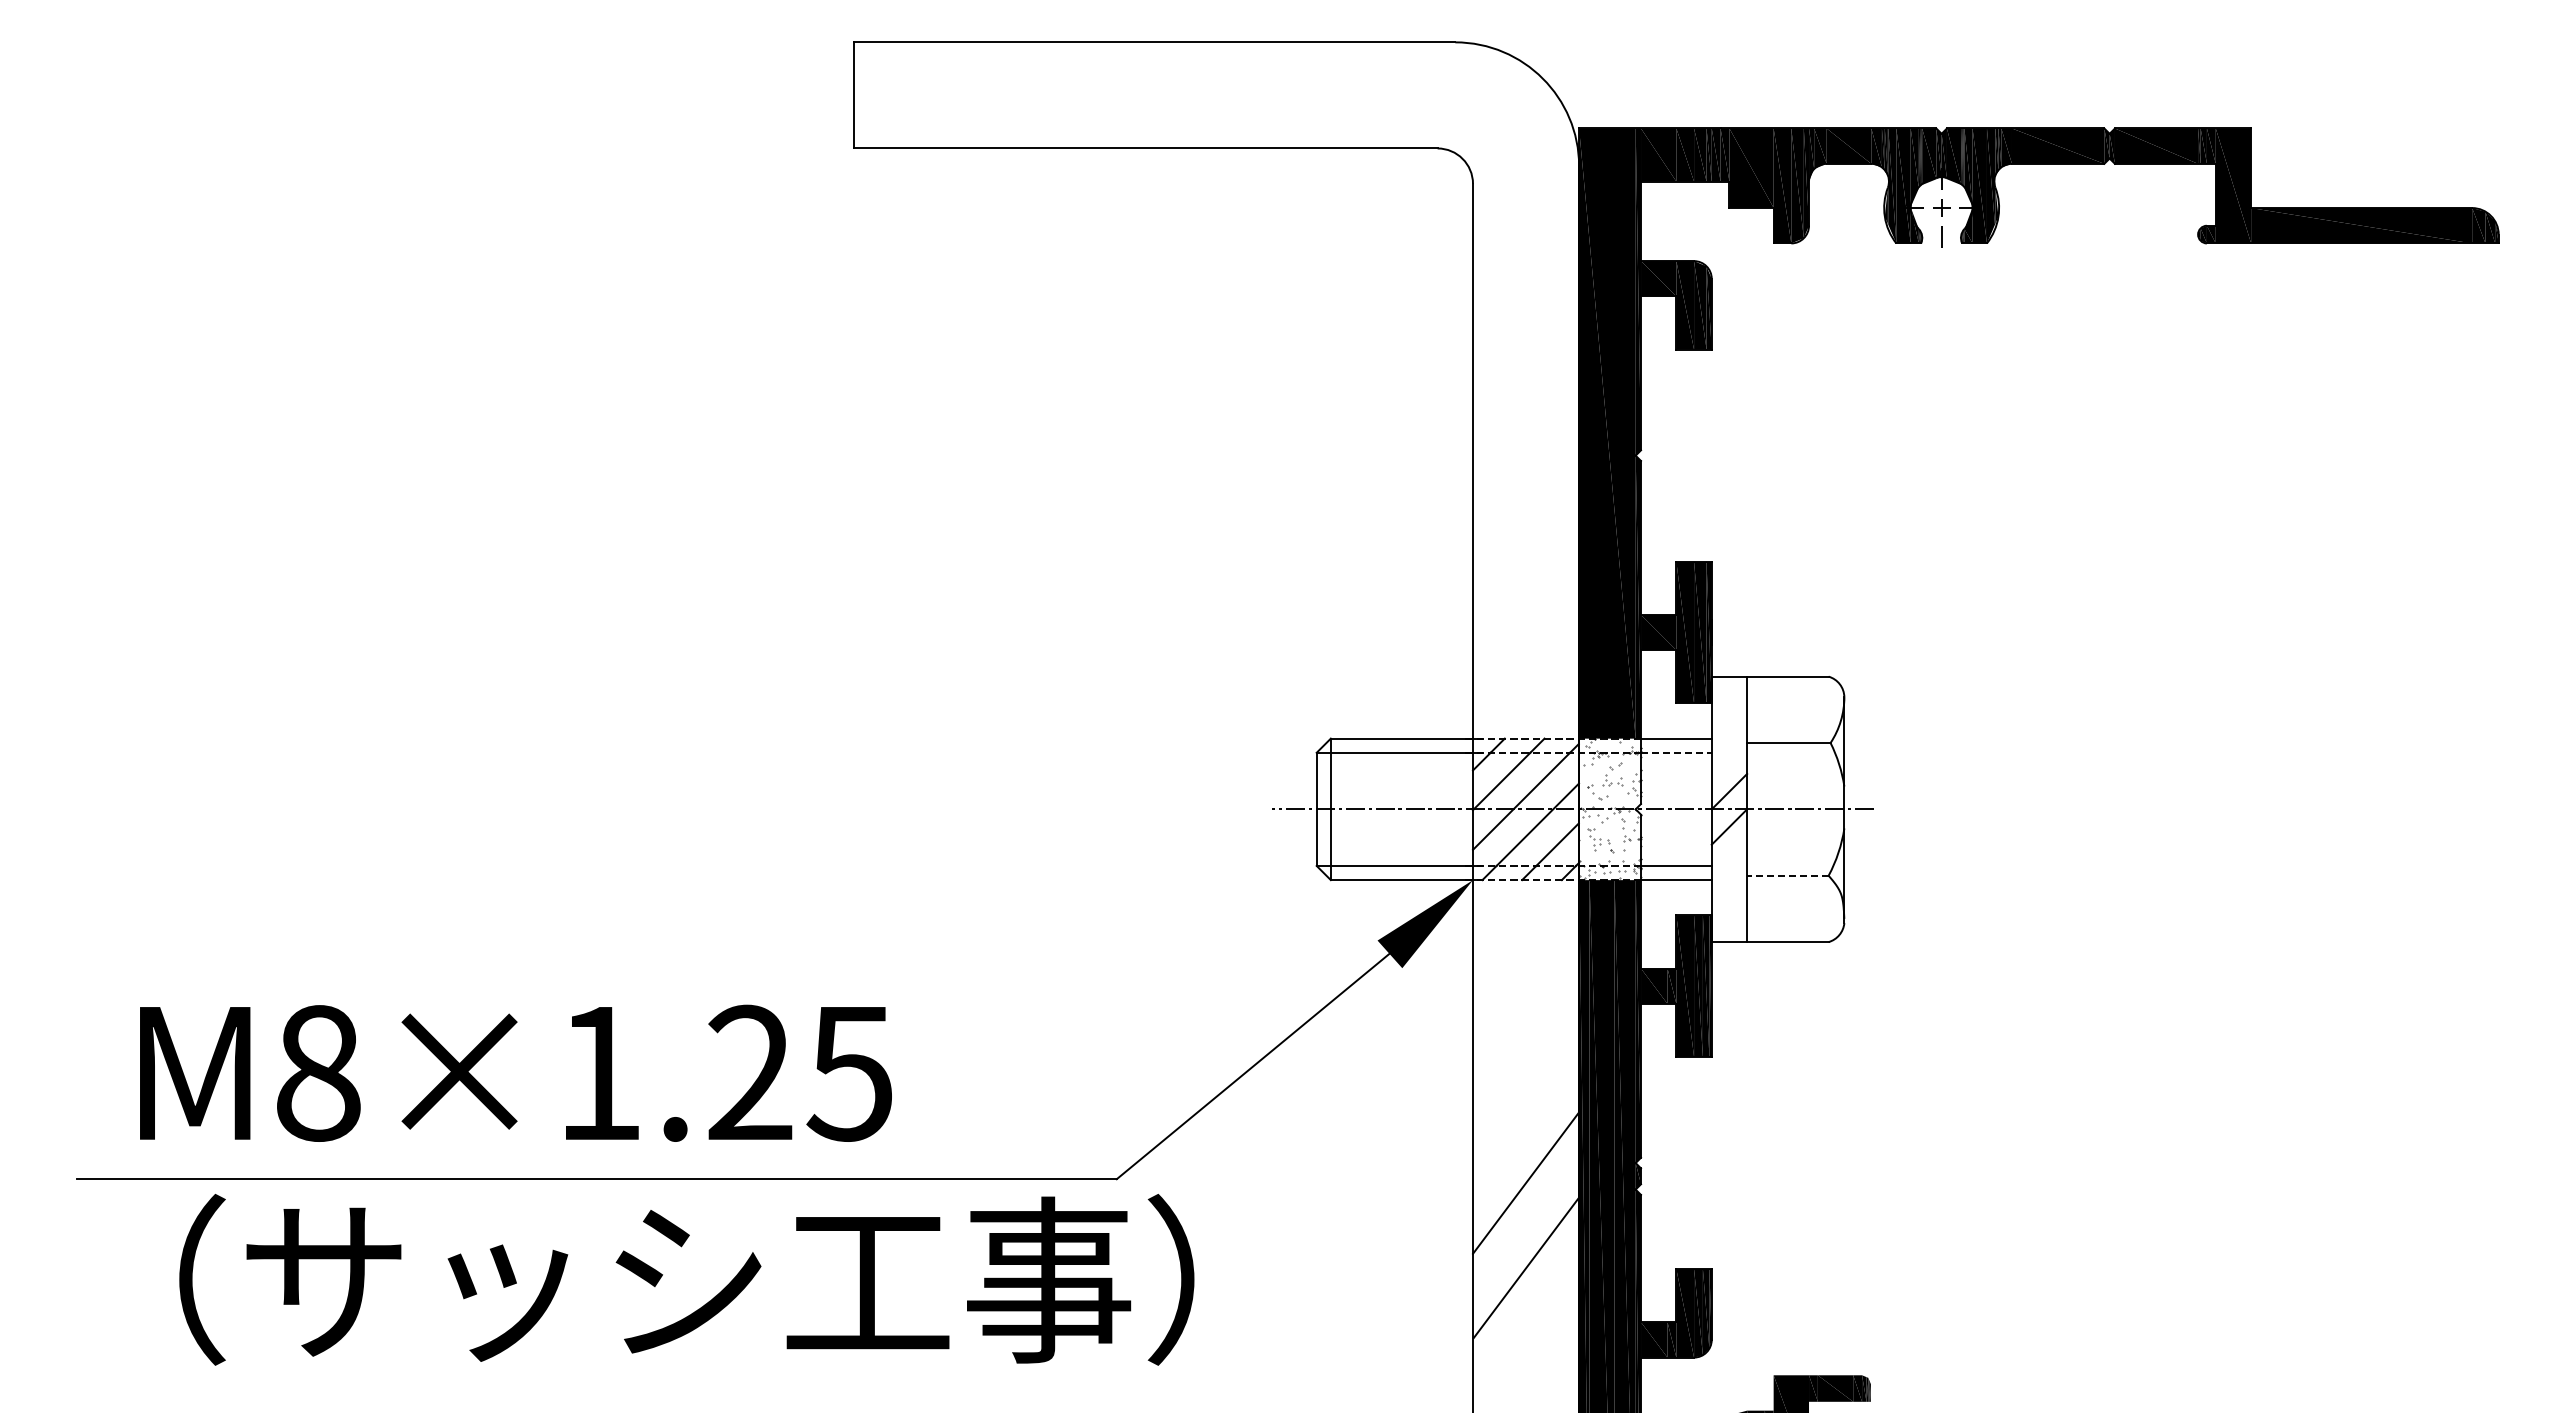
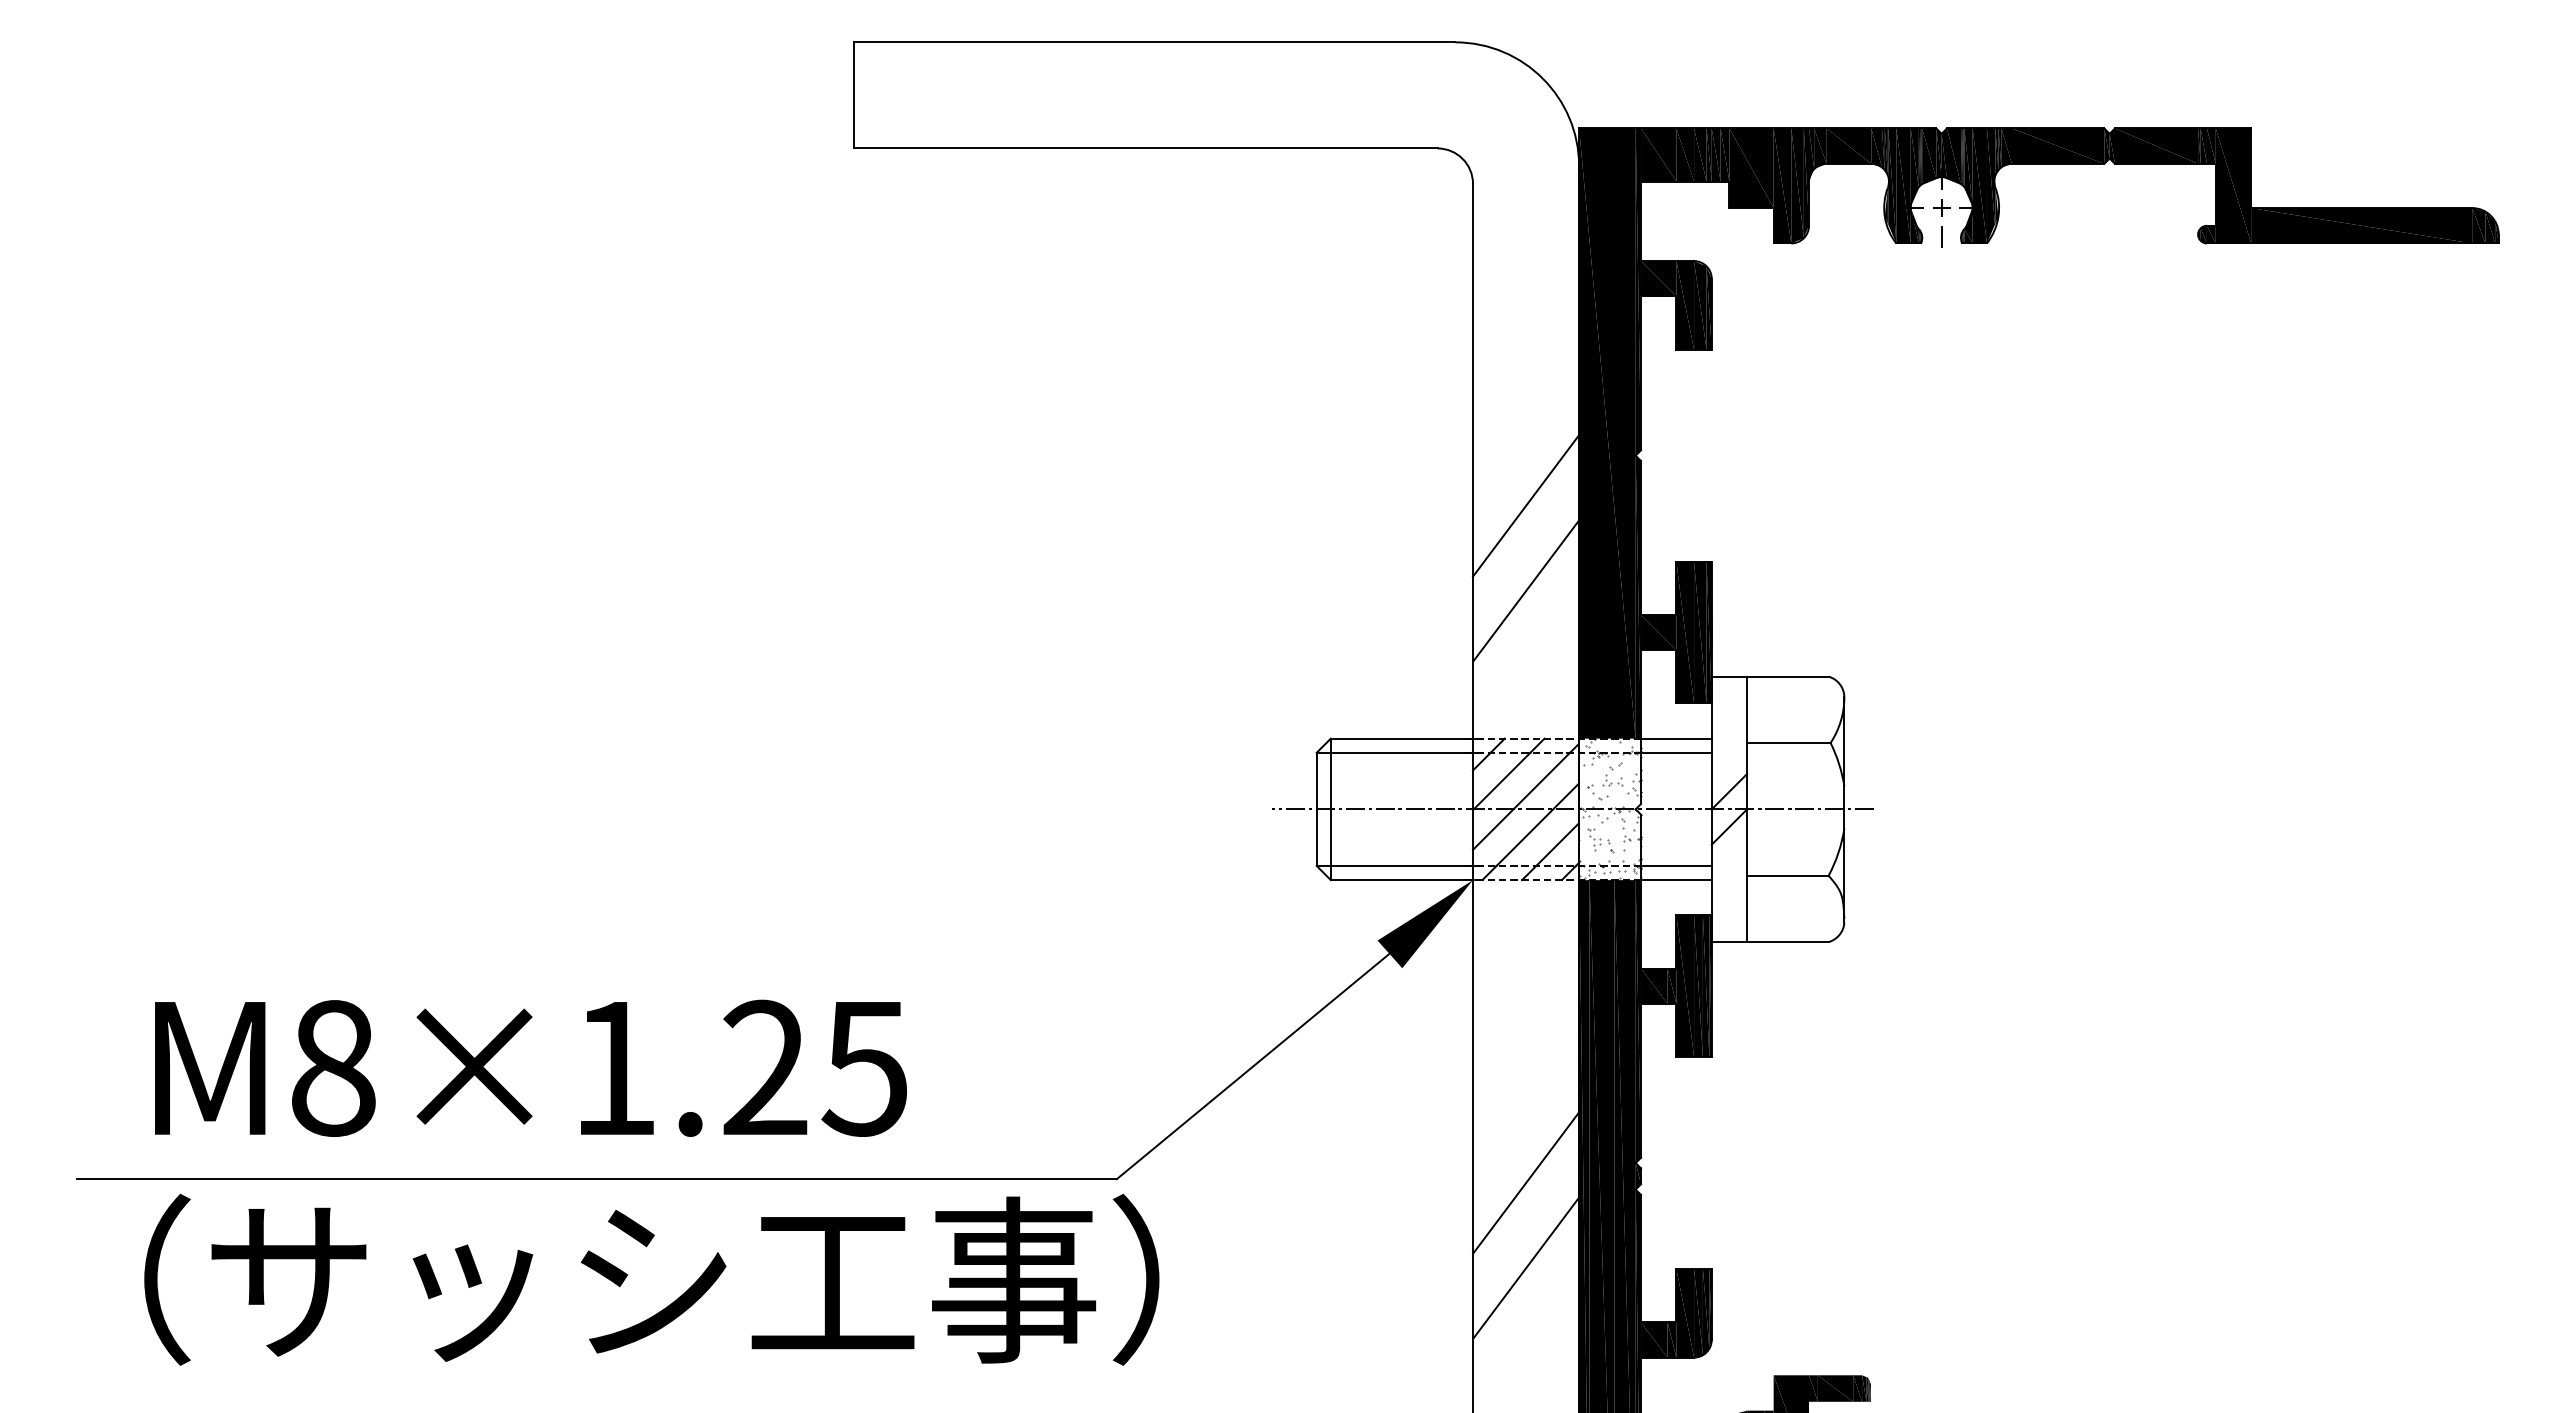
line at (1526, 505): none -> present
line at (1526, 590): none -> present
line at (1676, 752): dashed -> solid
line at (1787, 875): dashed -> solid
text at (515, 1072) position: (515, 1072) -> (530, 1067)
text at (686, 1279) position: (686, 1279) -> (651, 1279)
